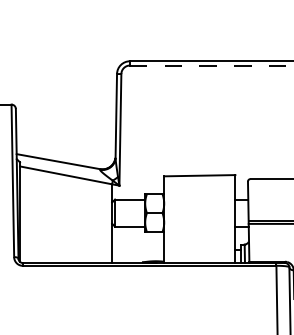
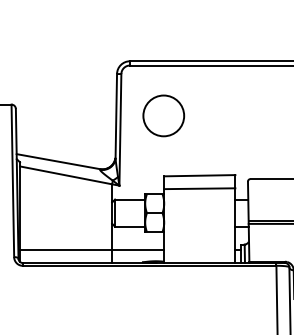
line at (212, 65): dashed -> solid
circle at (163, 115): none -> present
line at (199, 188): none -> present
line at (92, 250): none -> present
